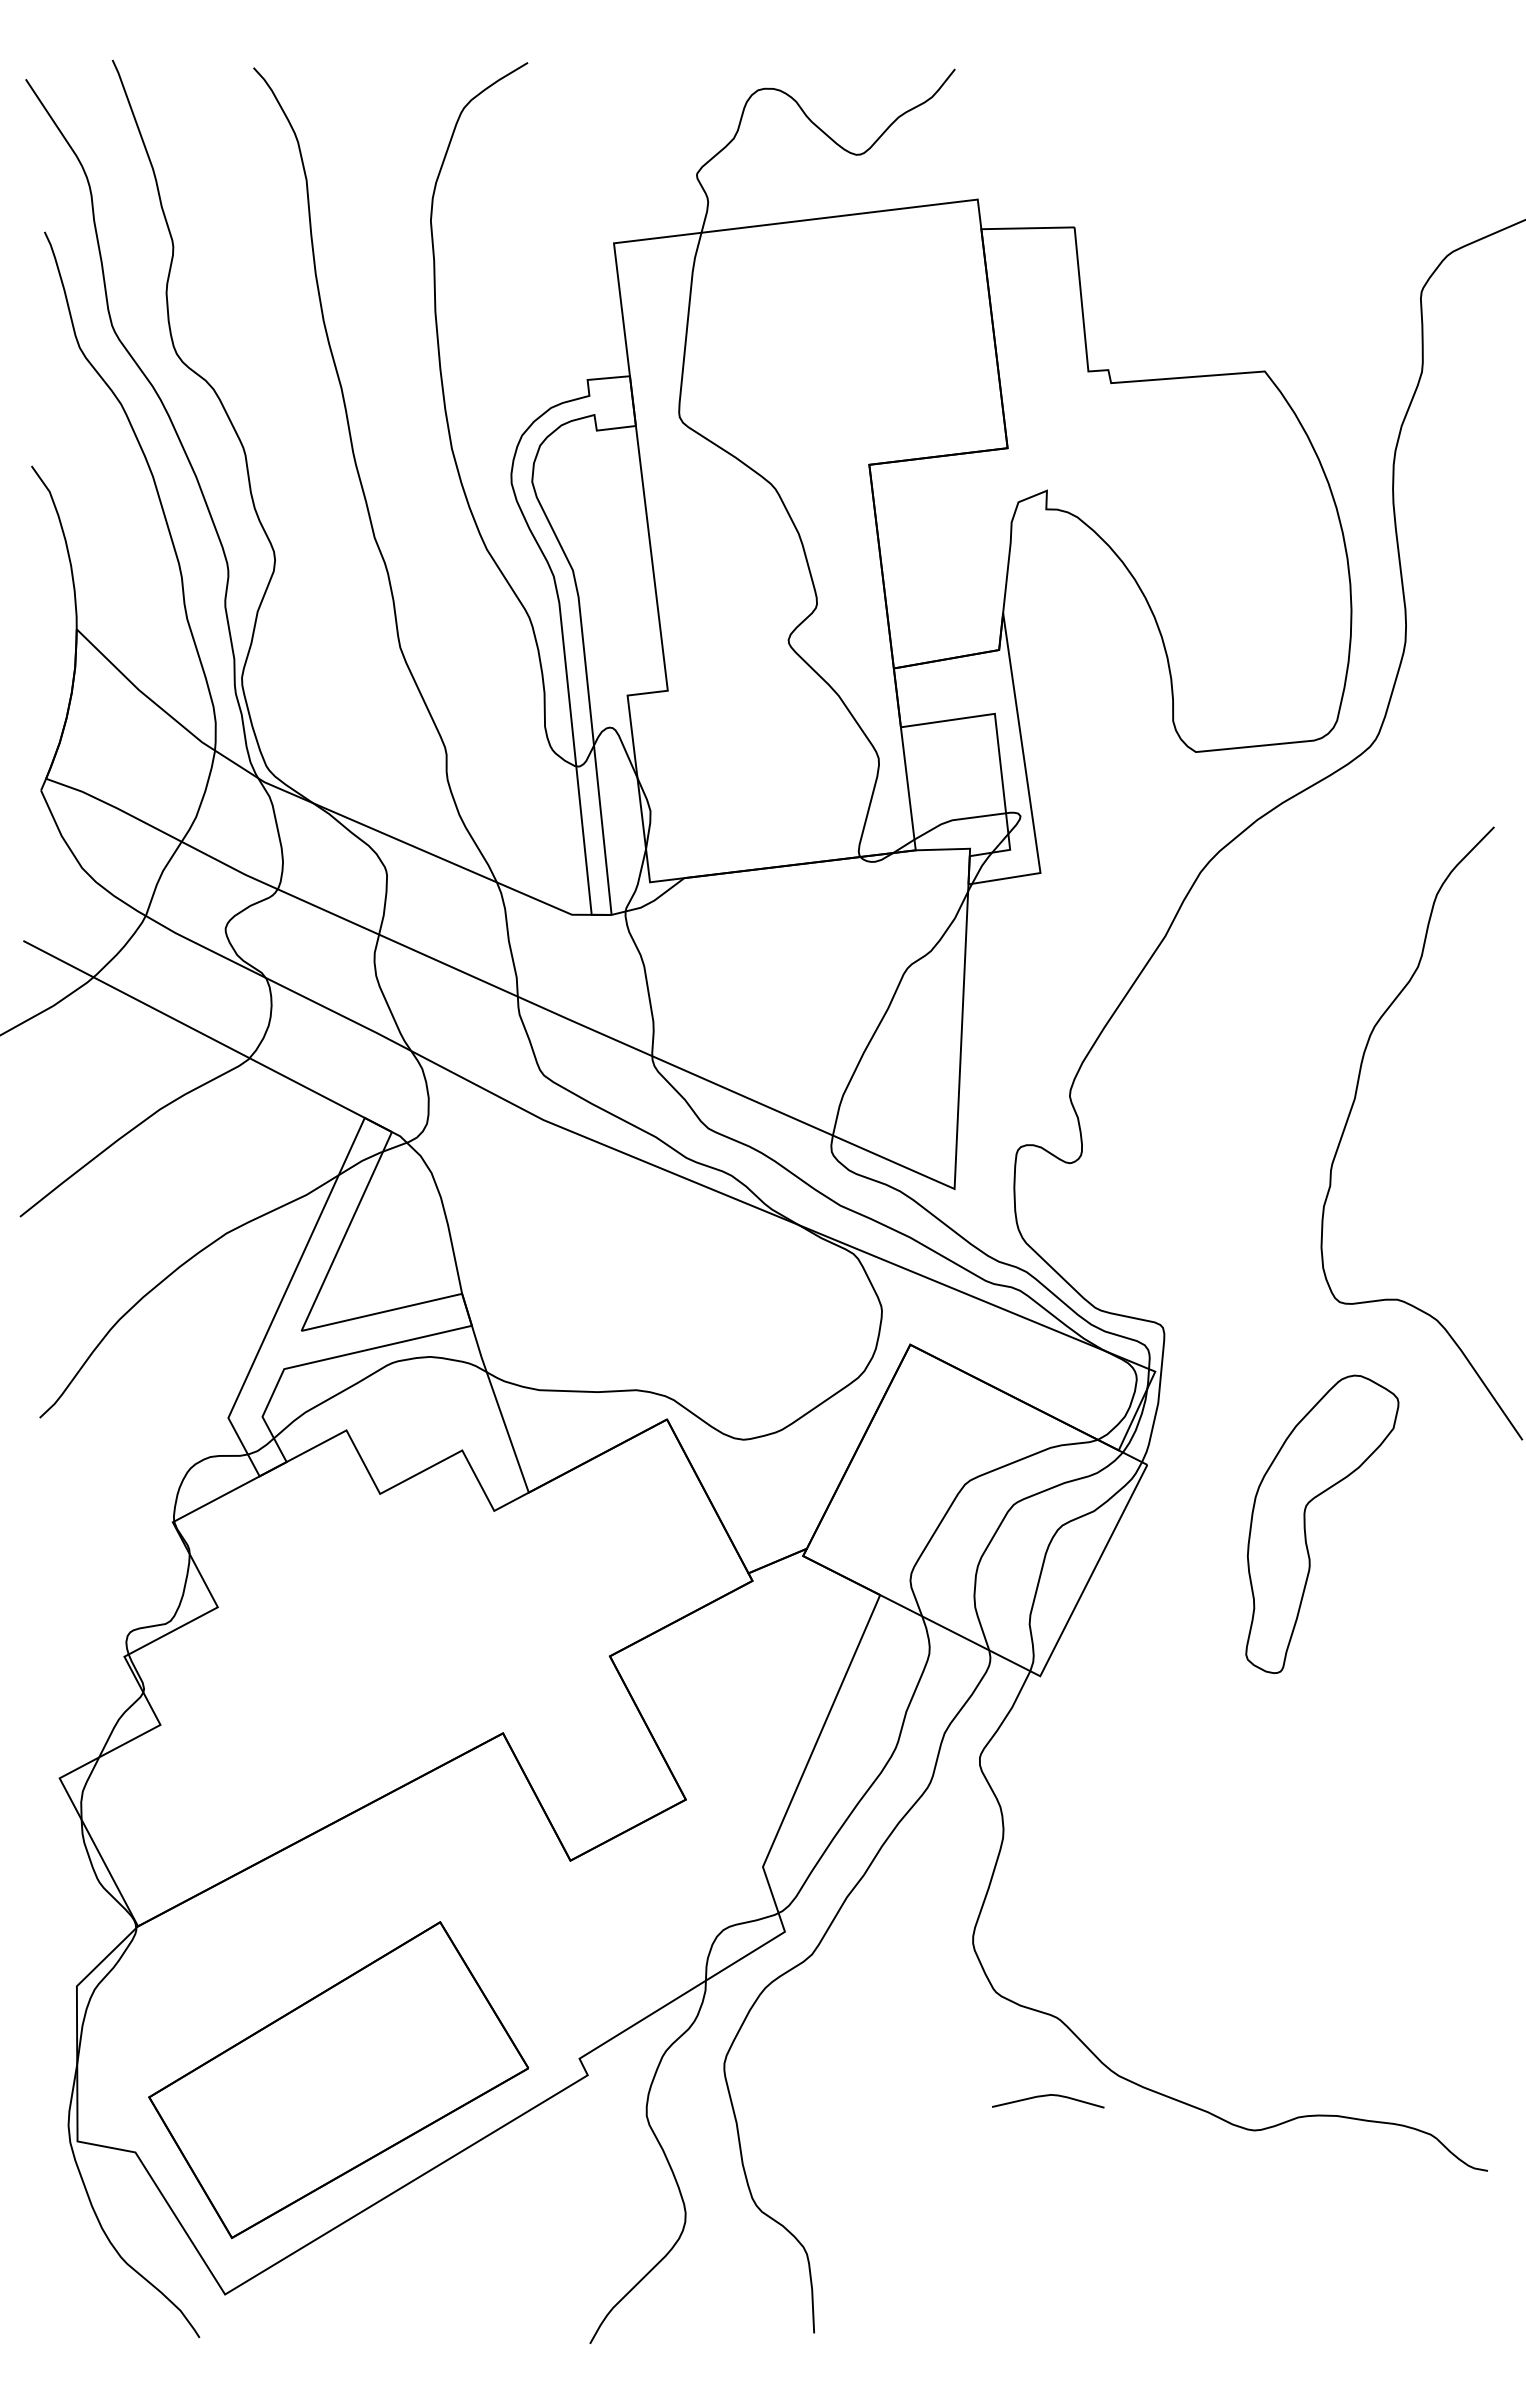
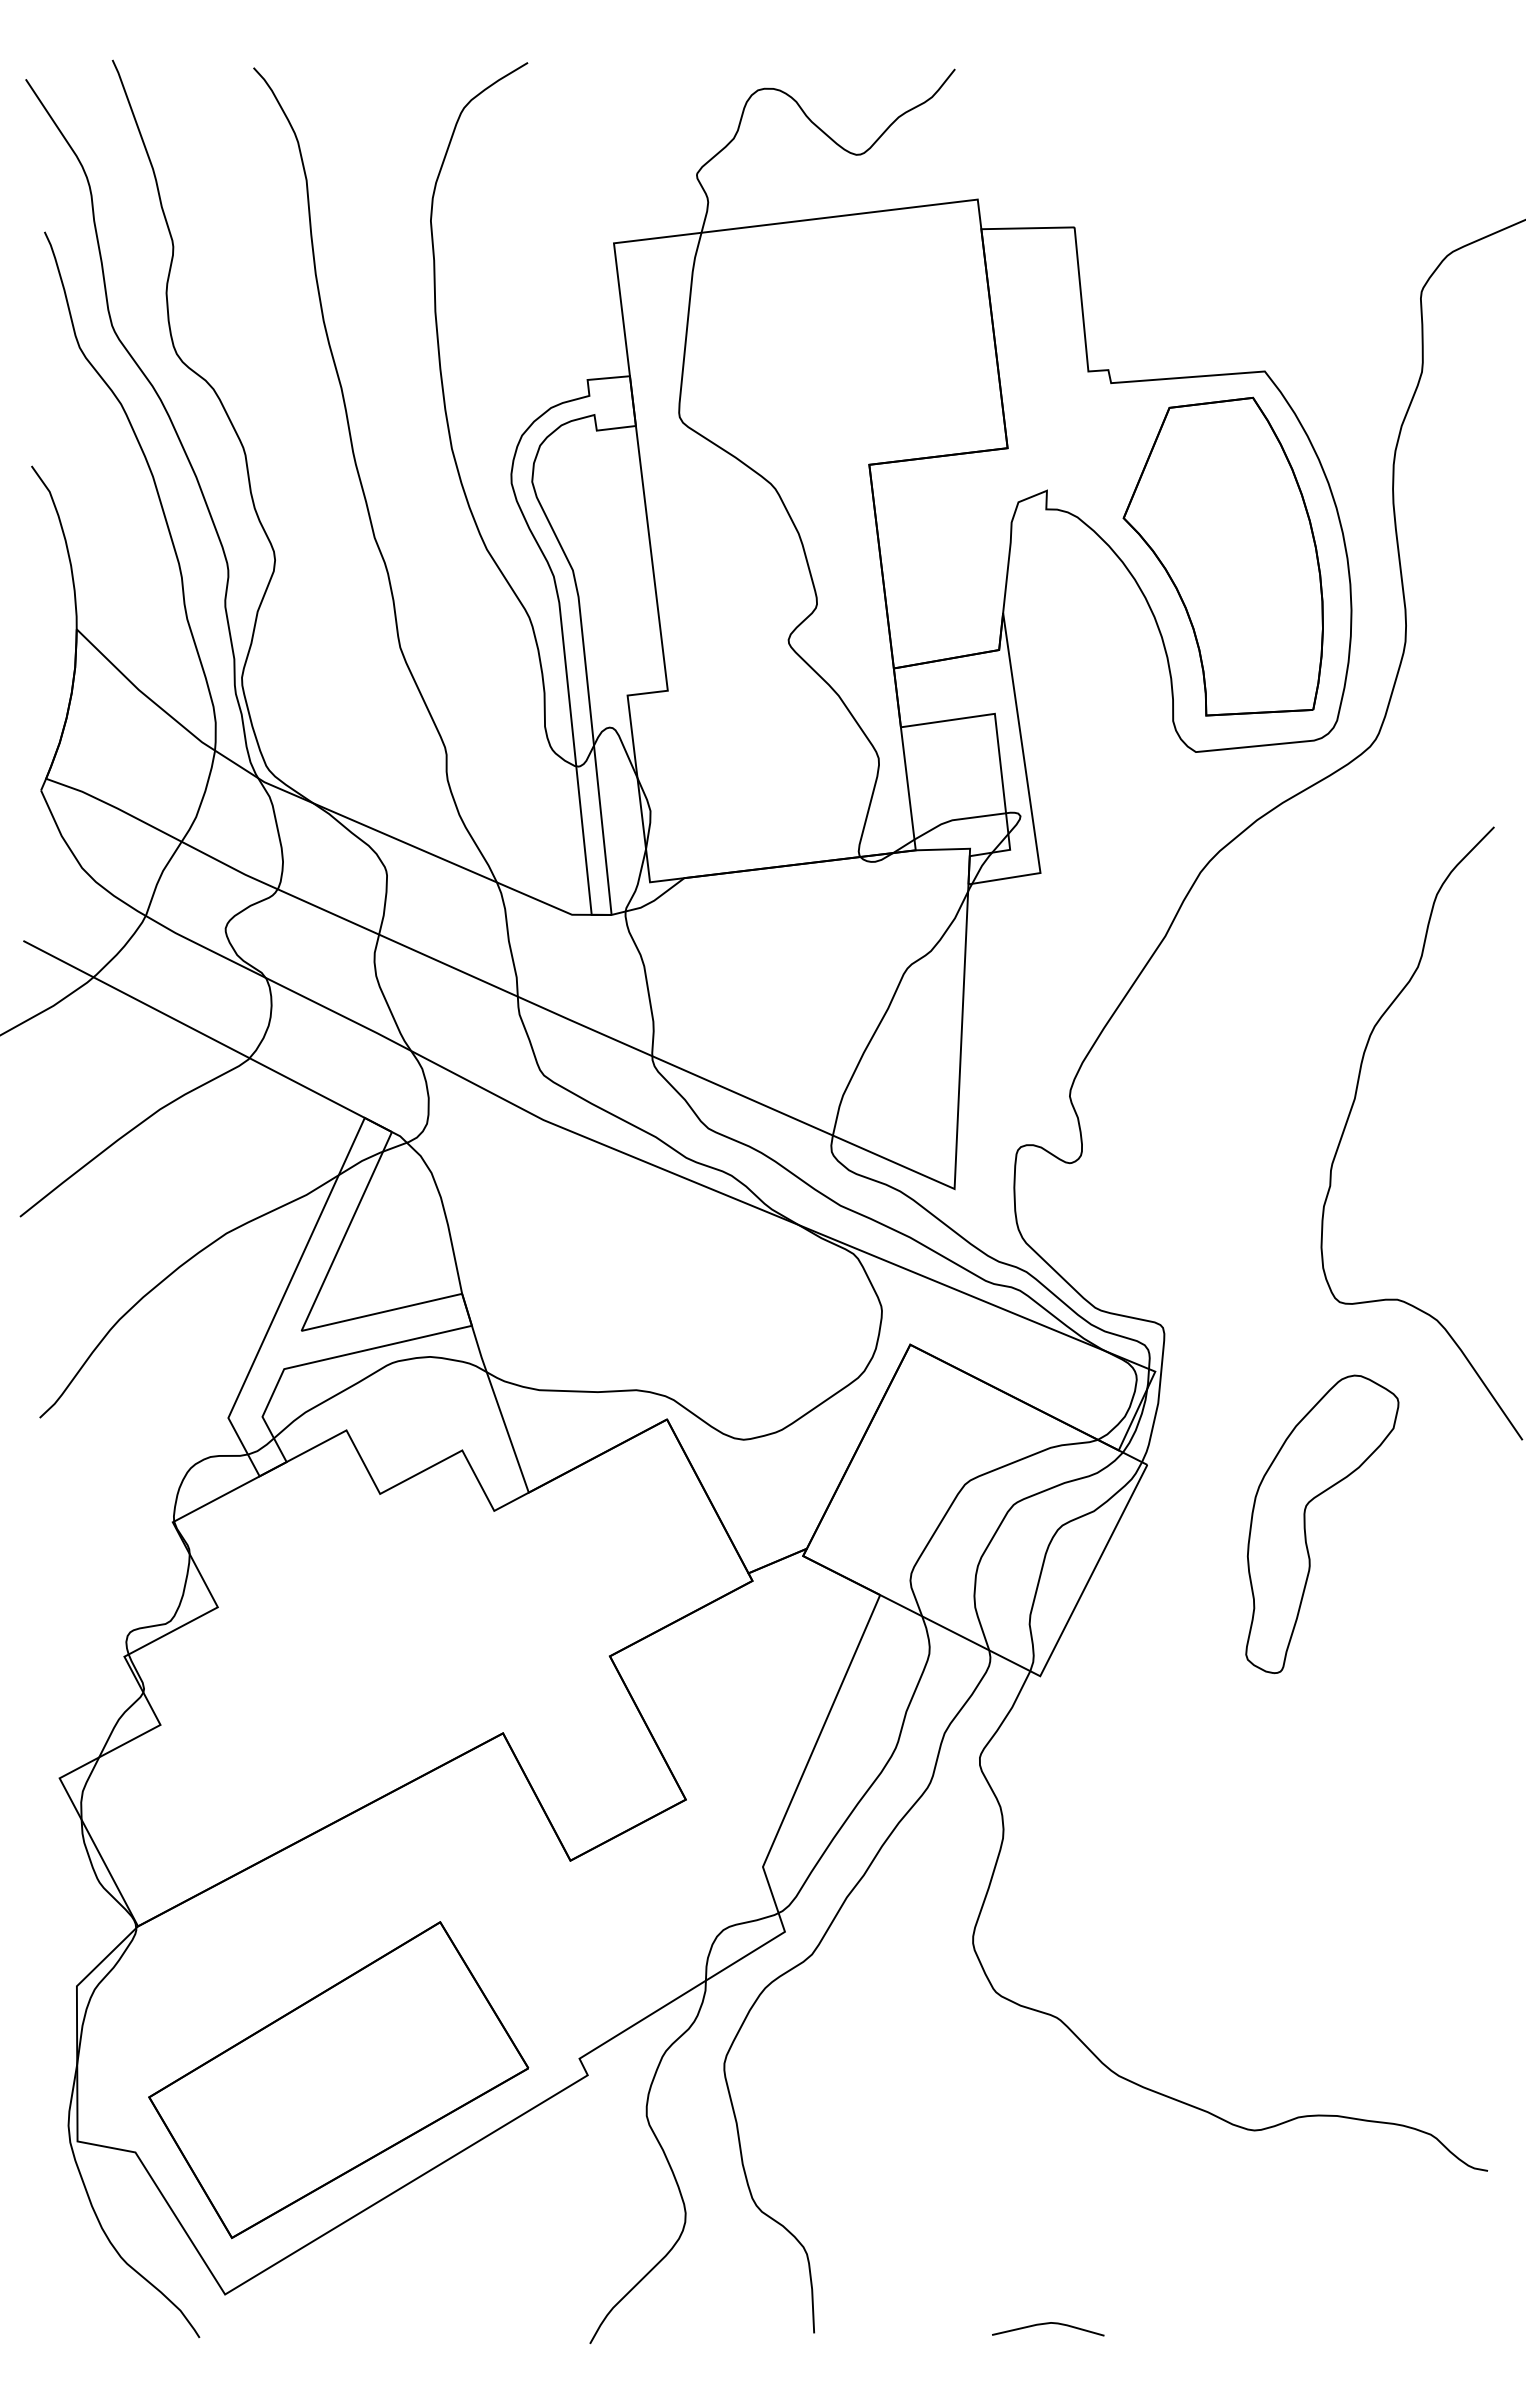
part at (1222, 556): none -> present
curve at (1048, 2096) position: (1048, 2096) -> (1048, 2324)
